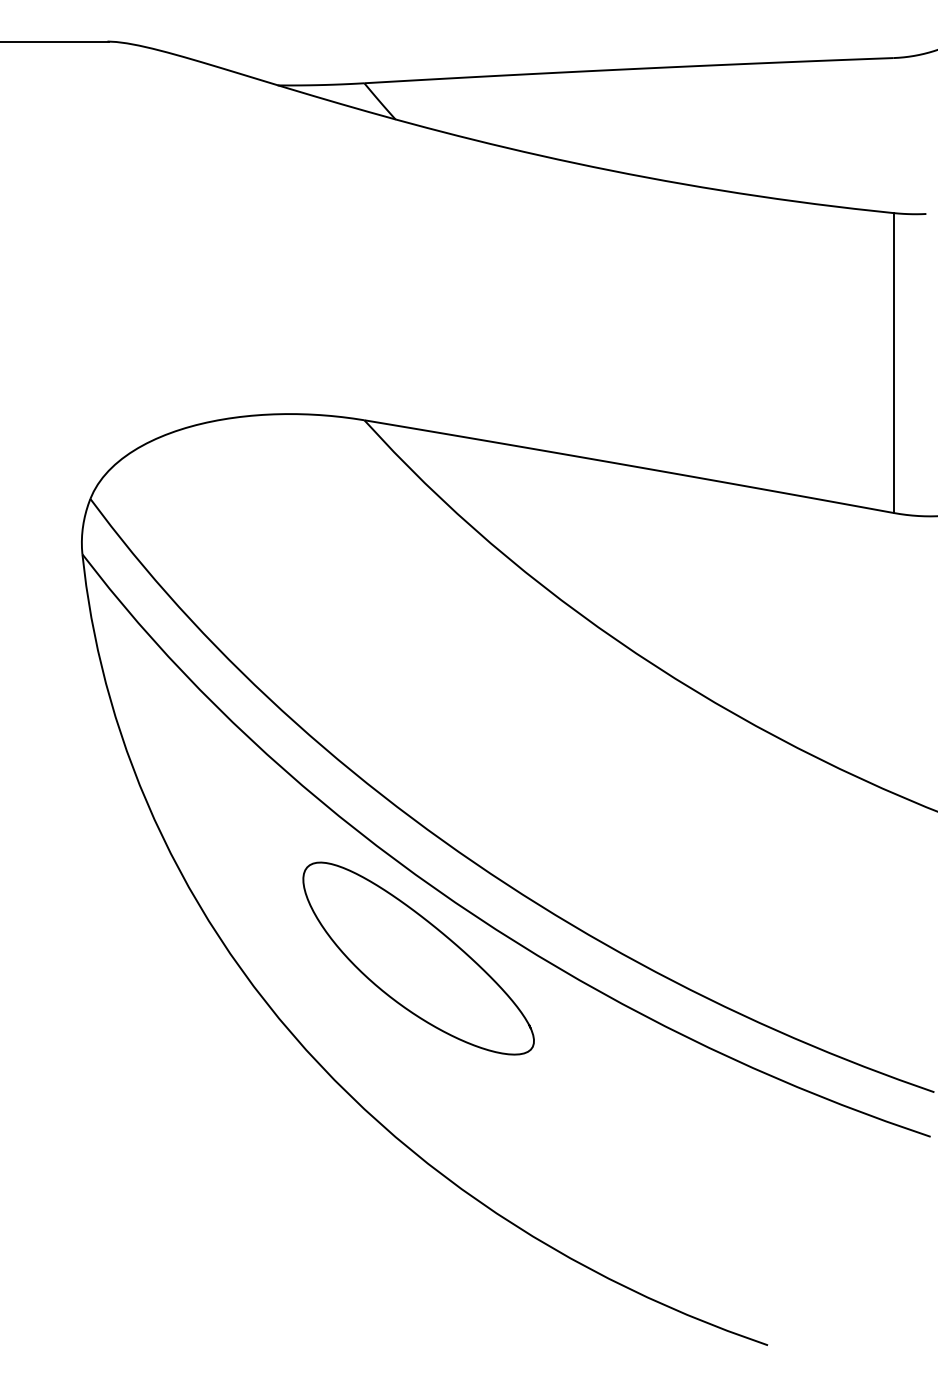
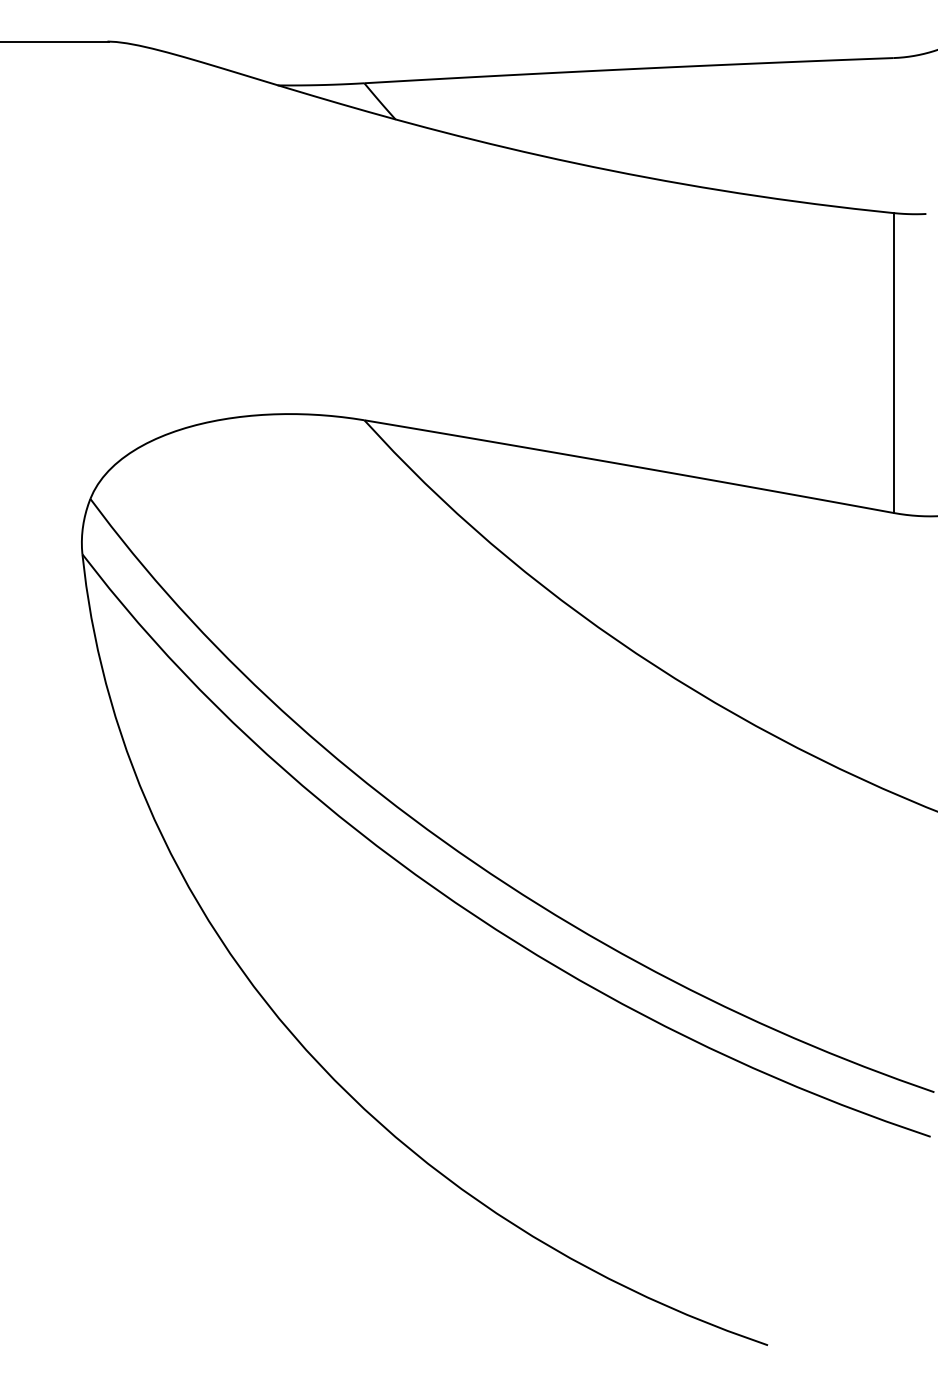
curve at (438, 931): present -> none
